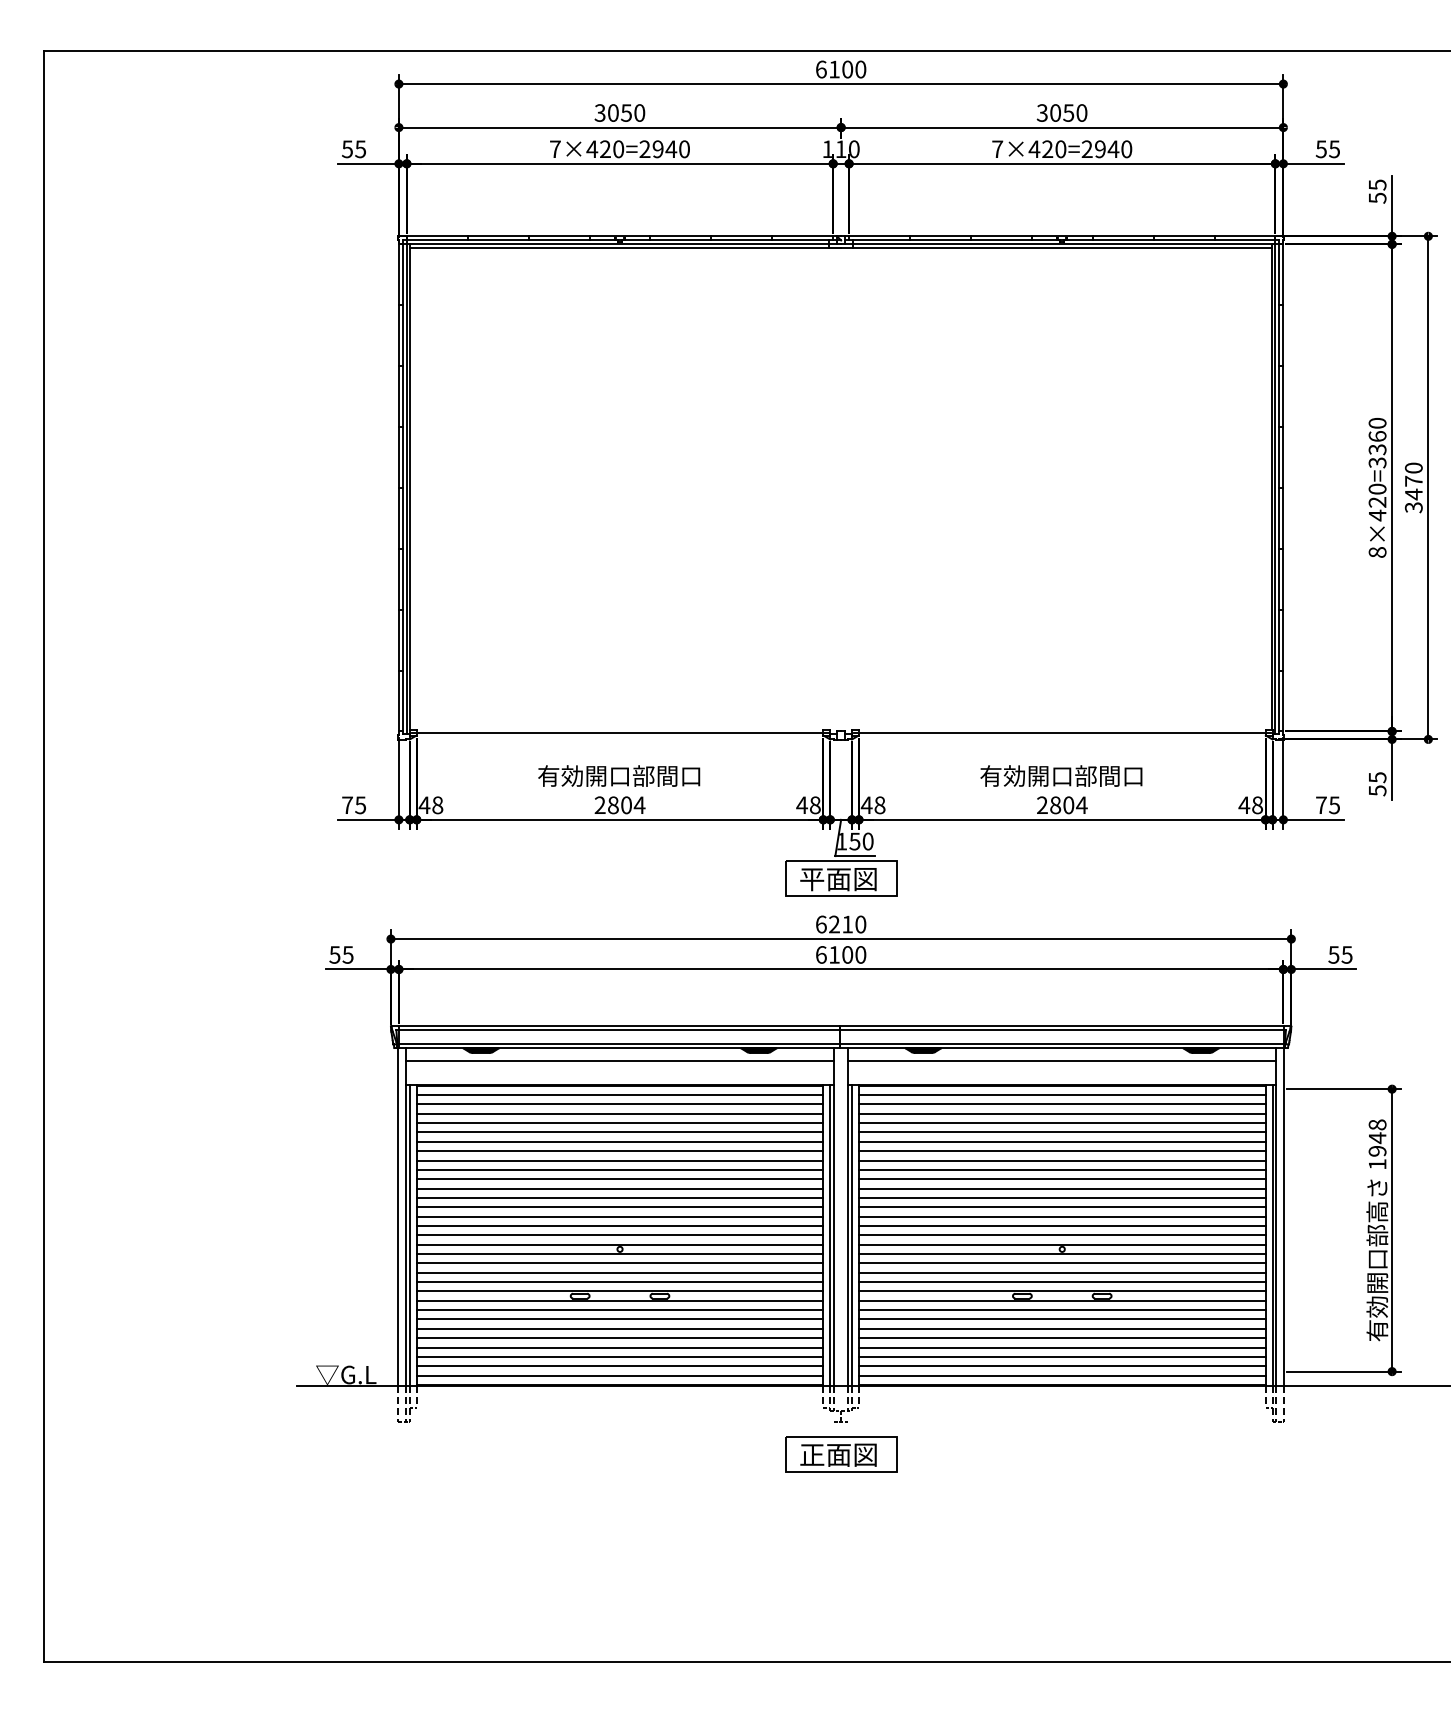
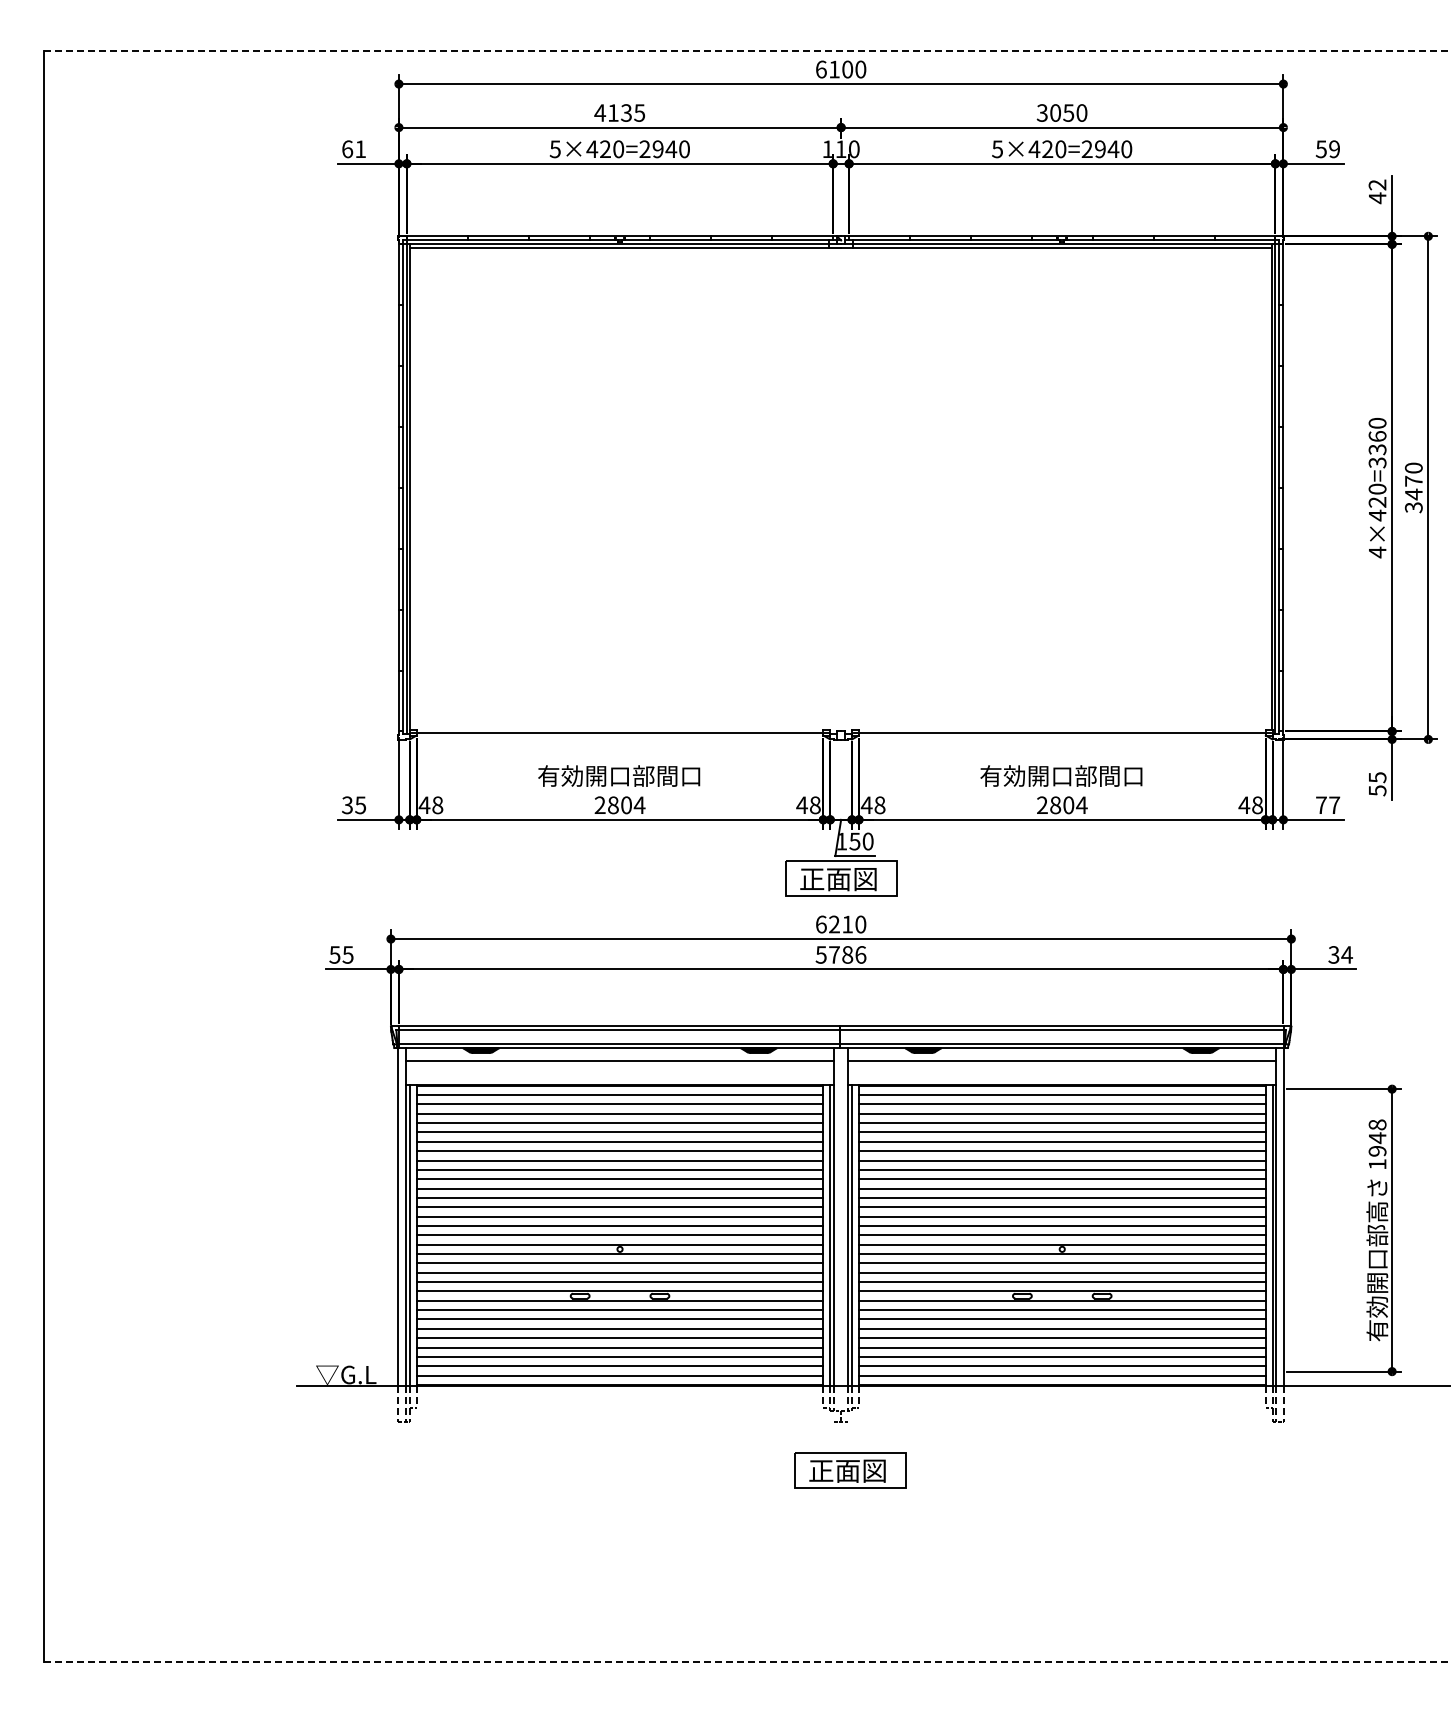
line at (747, 51): solid -> dashed
text at (619, 112): 3050 -> 4135
text at (353, 149): 55 -> 61
text at (554, 149): 7×420=2940 -> 5×420=2940
text at (997, 149): 7×420=2940 -> 5×420=2940
text at (1334, 149): 55 -> 59
text at (1377, 191): 55 -> 42
text at (1377, 552): 8×420=3360 -> 4×420=3360
text at (347, 805): 75 -> 35
text at (1334, 805): 75 -> 77
text at (812, 879): 平面図 -> 正面図
text at (840, 954): 6100 -> 5786
text at (1340, 954): 55 -> 34
part at (841, 1454) position: (841, 1454) -> (850, 1470)
line at (747, 1661): solid -> dashed
